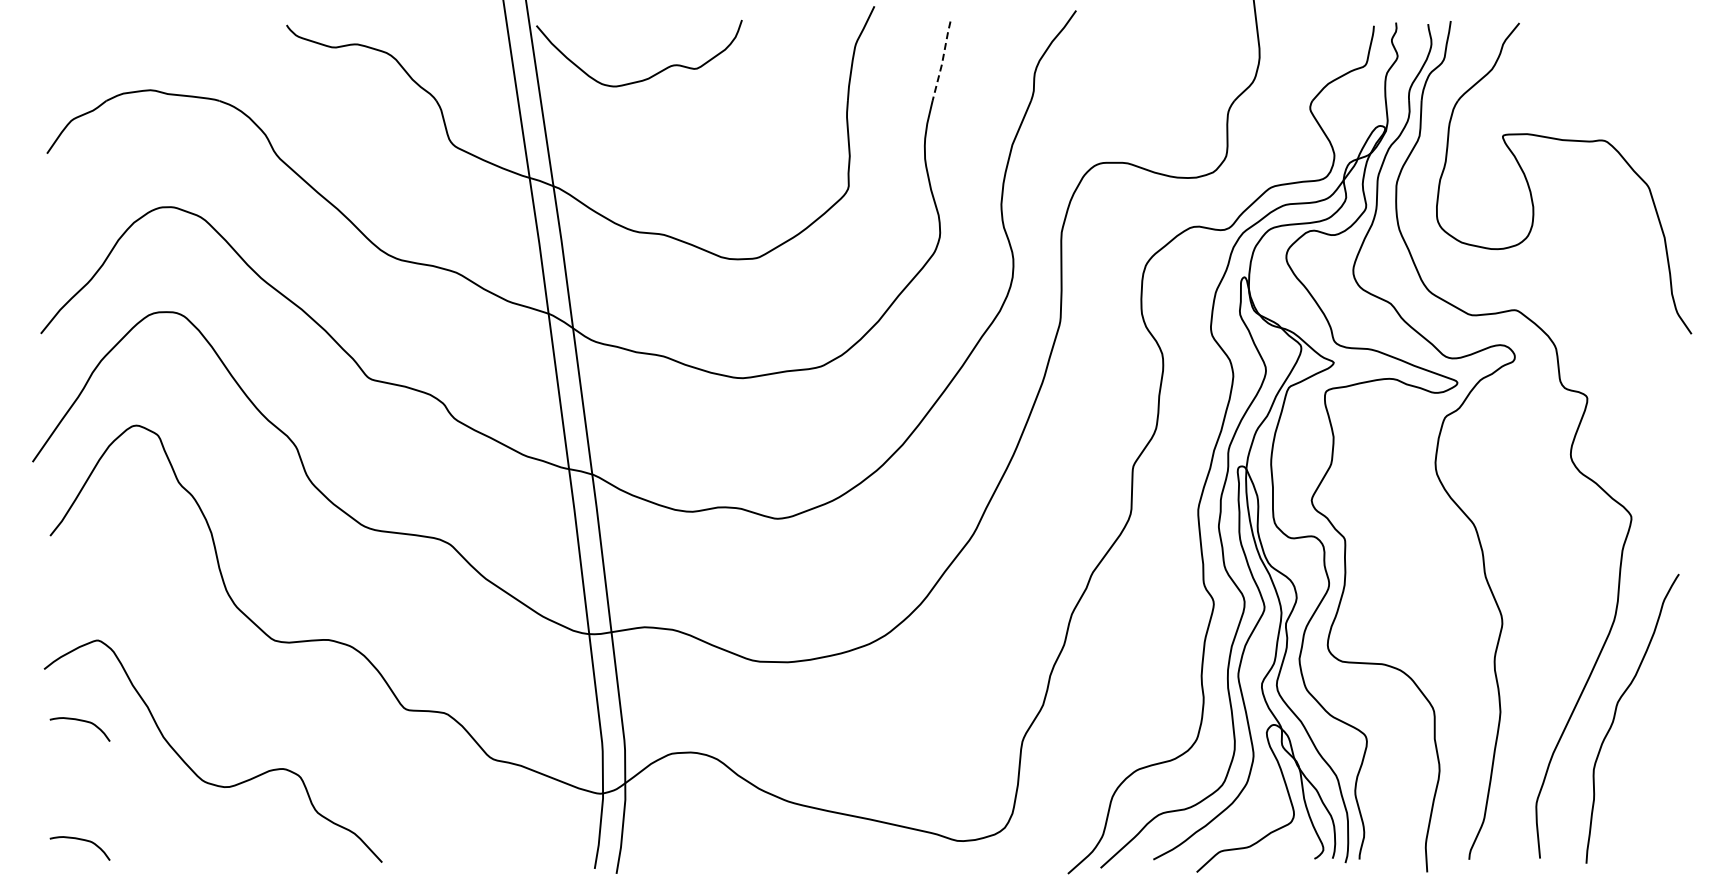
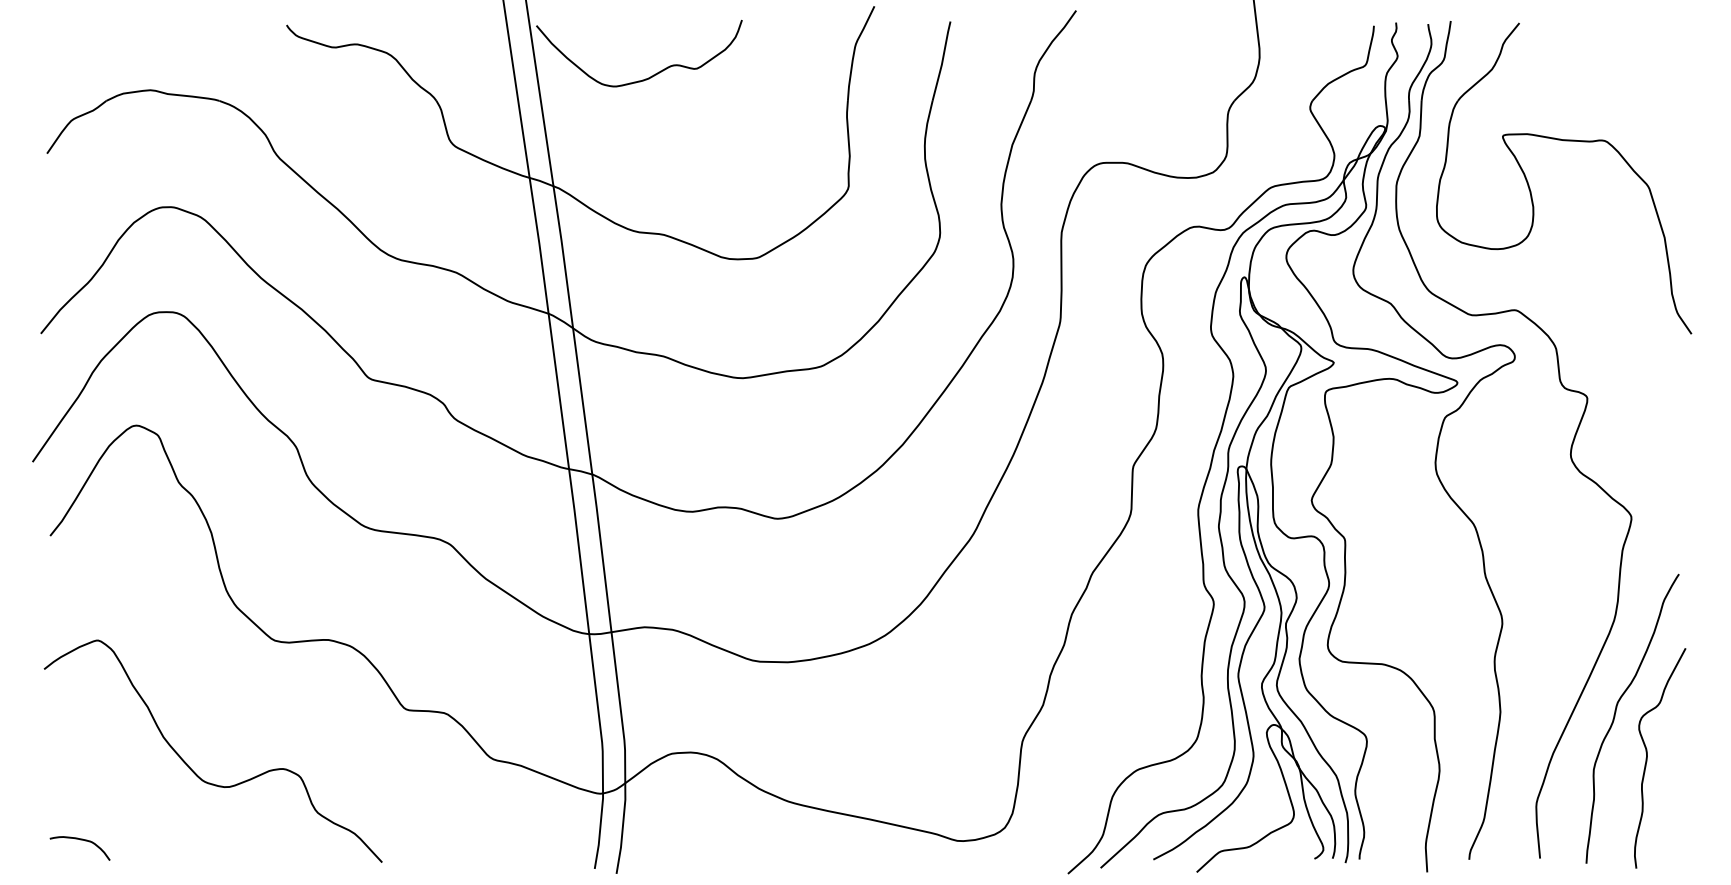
line at (942, 61): dashed -> solid
curve at (80, 721): present -> none
curve at (1647, 758): none -> present
